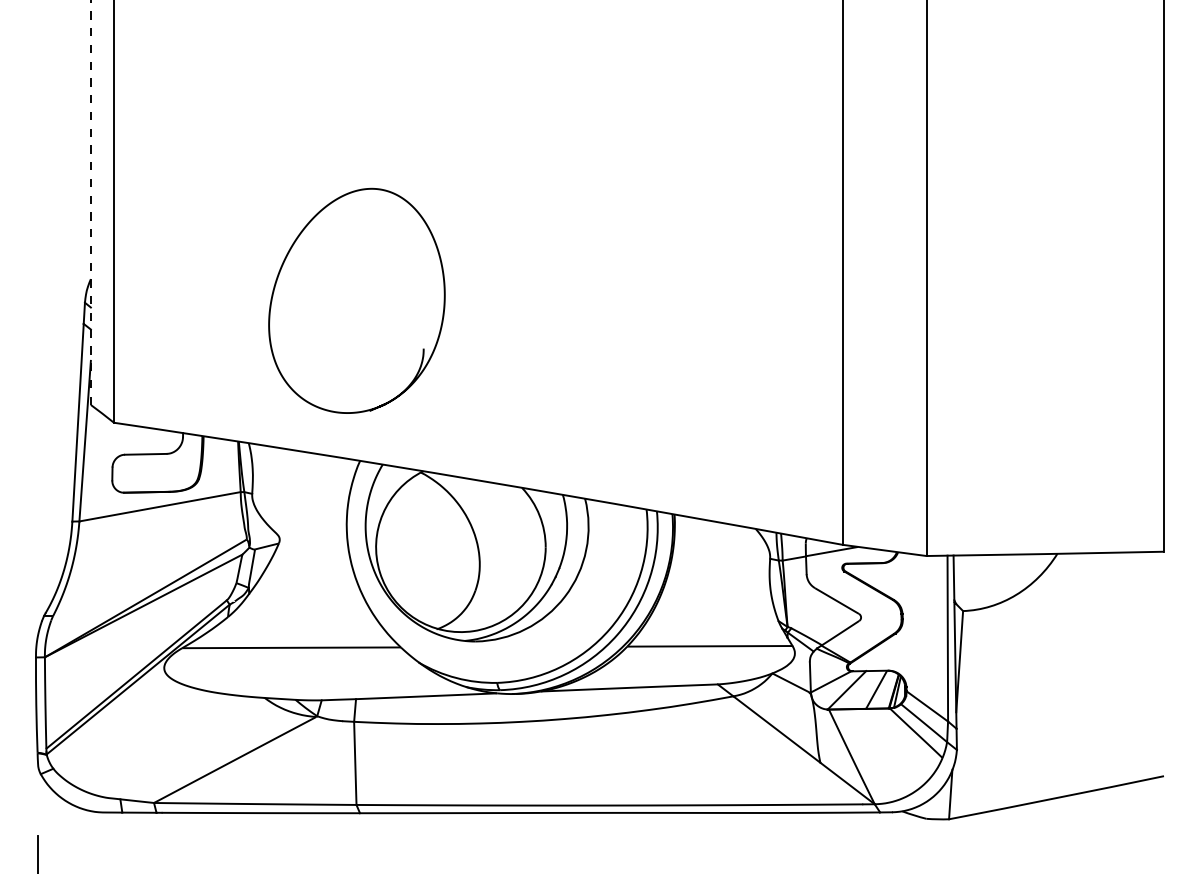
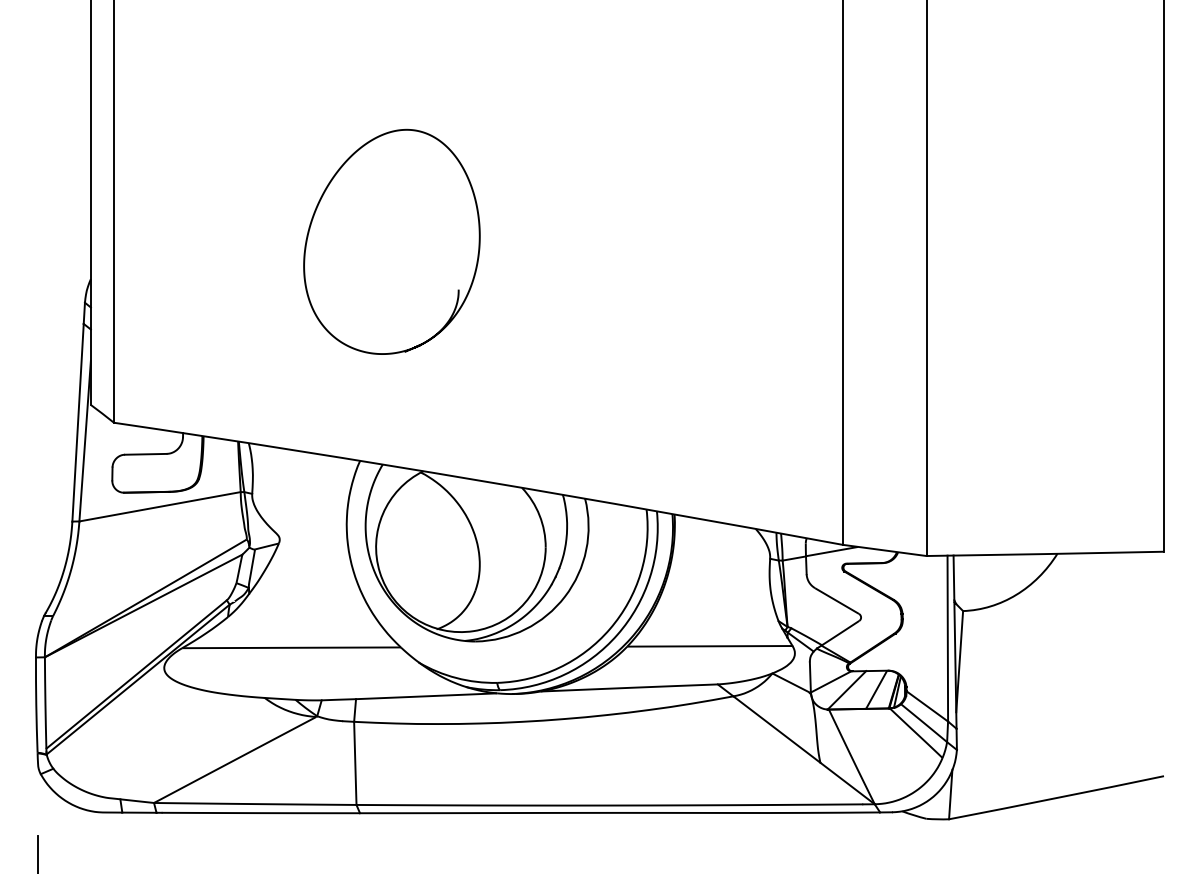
line at (90, 202): dashed -> solid
curve at (281, 270) position: (281, 270) -> (316, 211)
